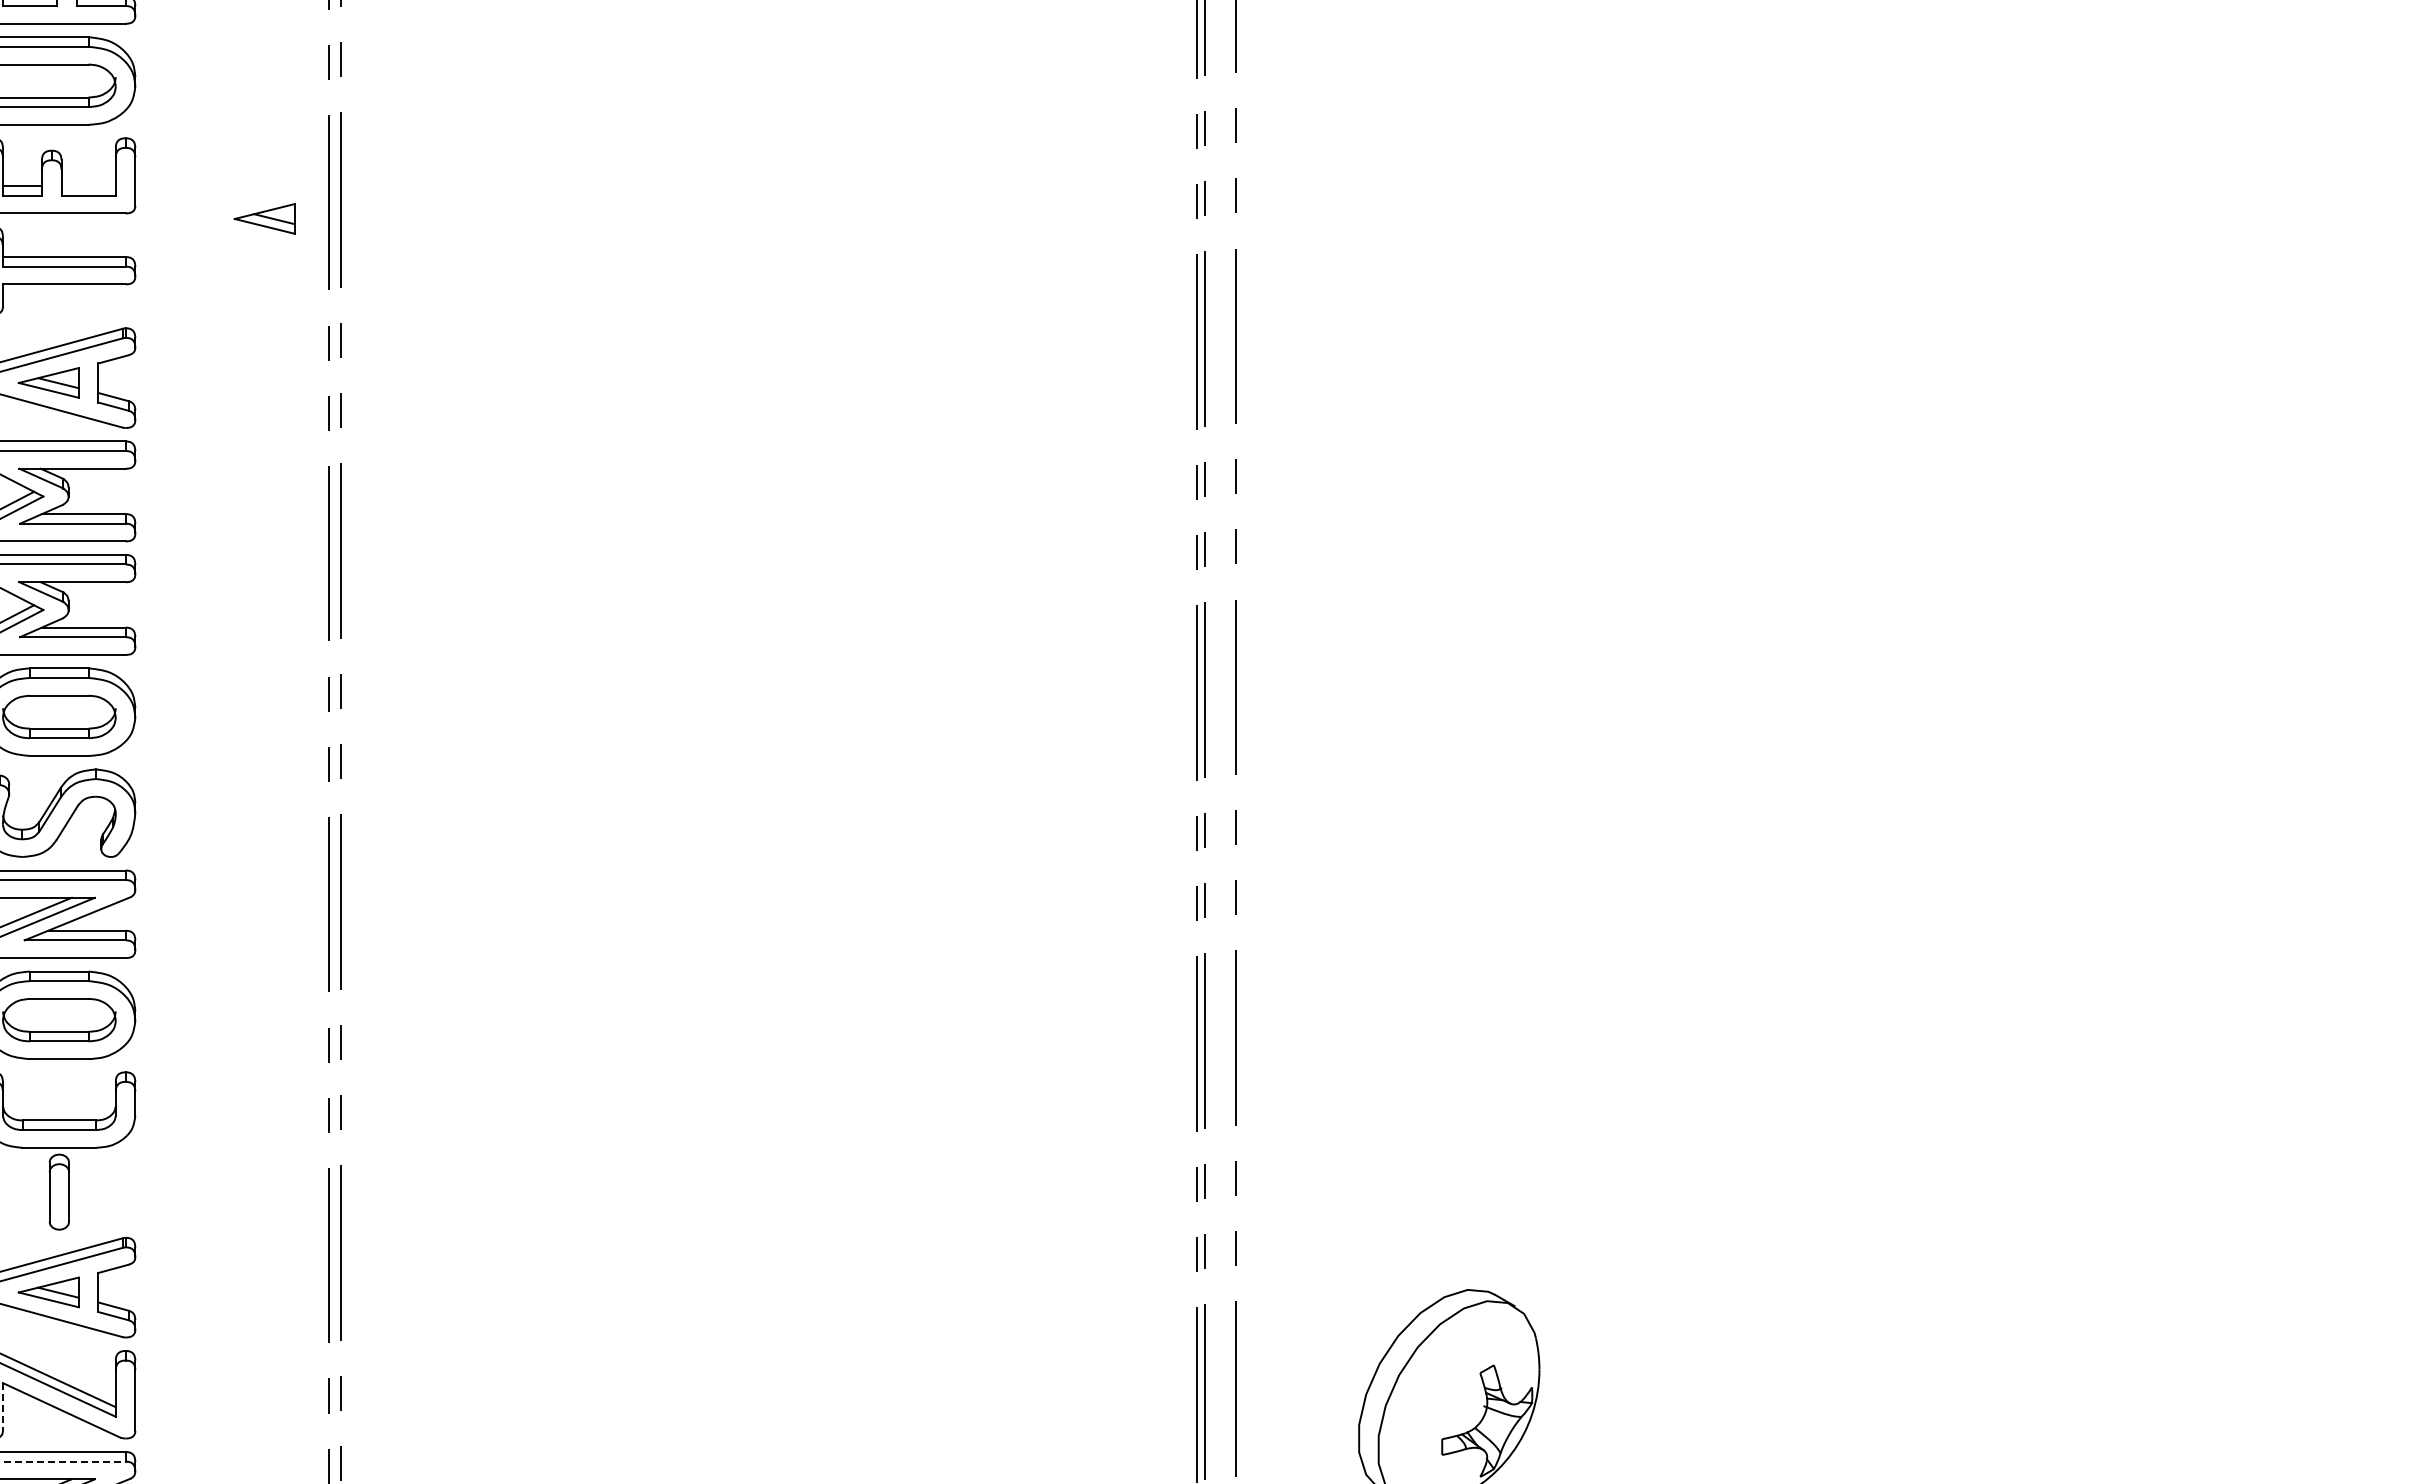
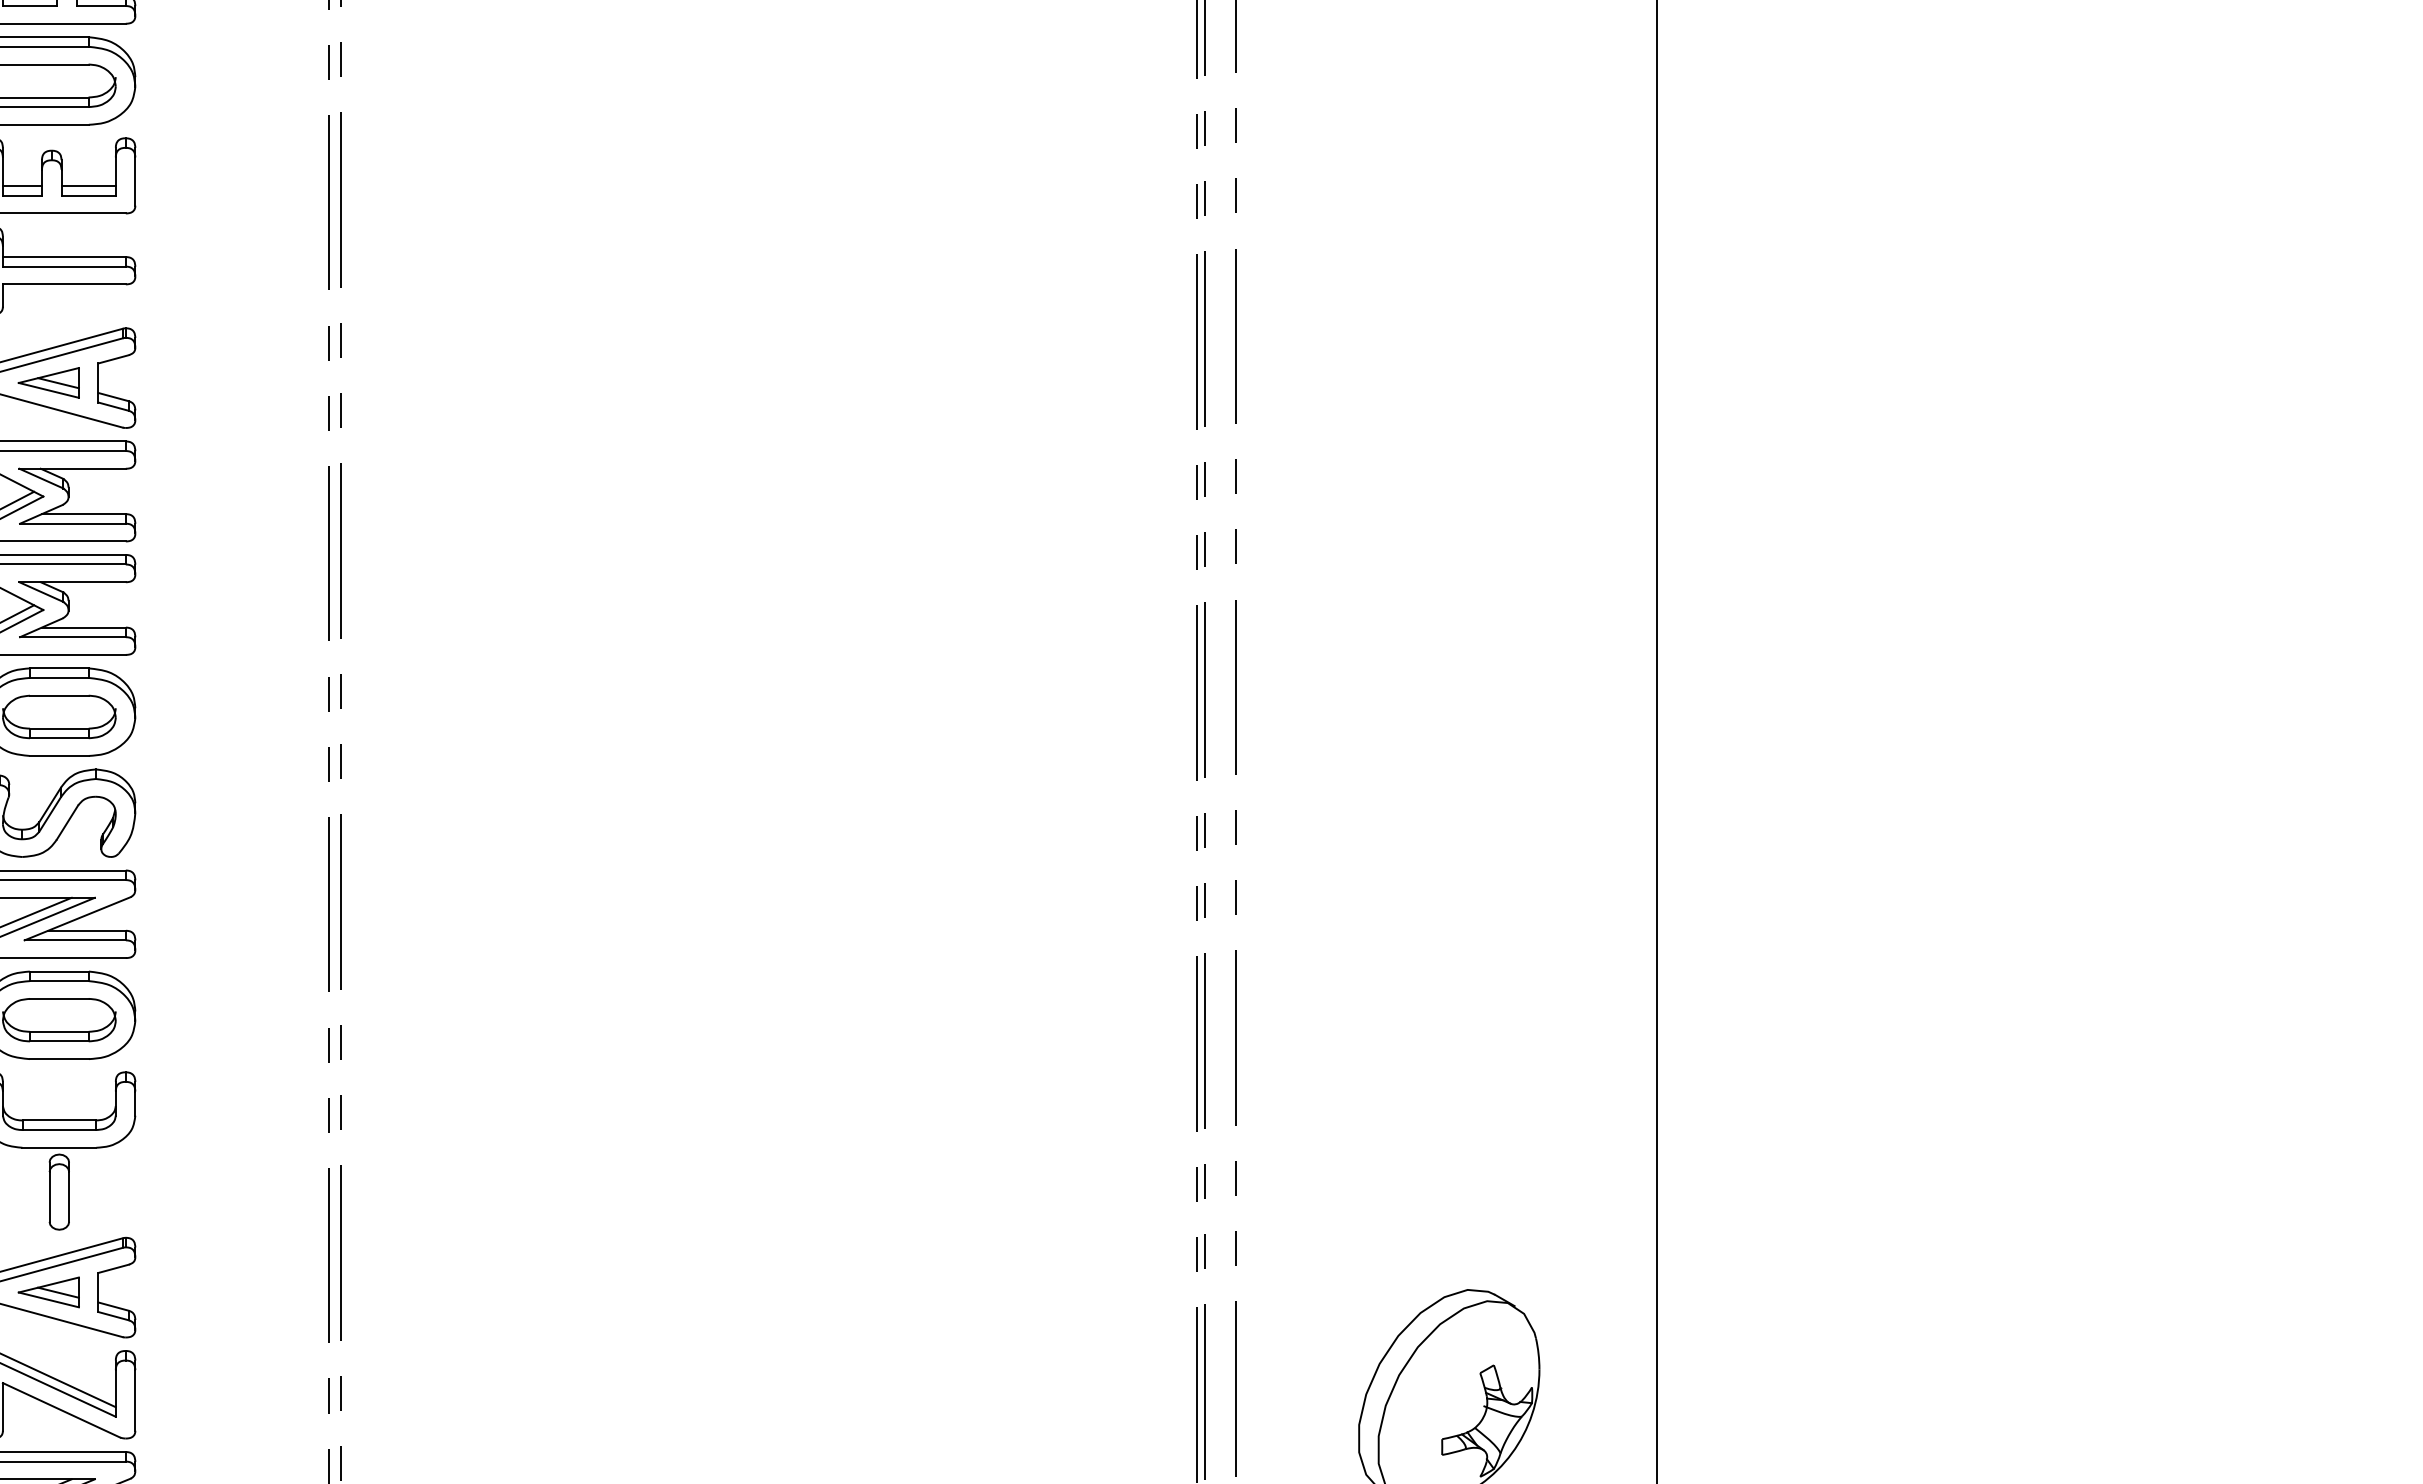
line at (88, 186): none -> present
part at (264, 218): present -> none
line at (1656, 741): none -> present
line at (2, 1406): dashed -> solid
line at (63, 1461): dashed -> solid
